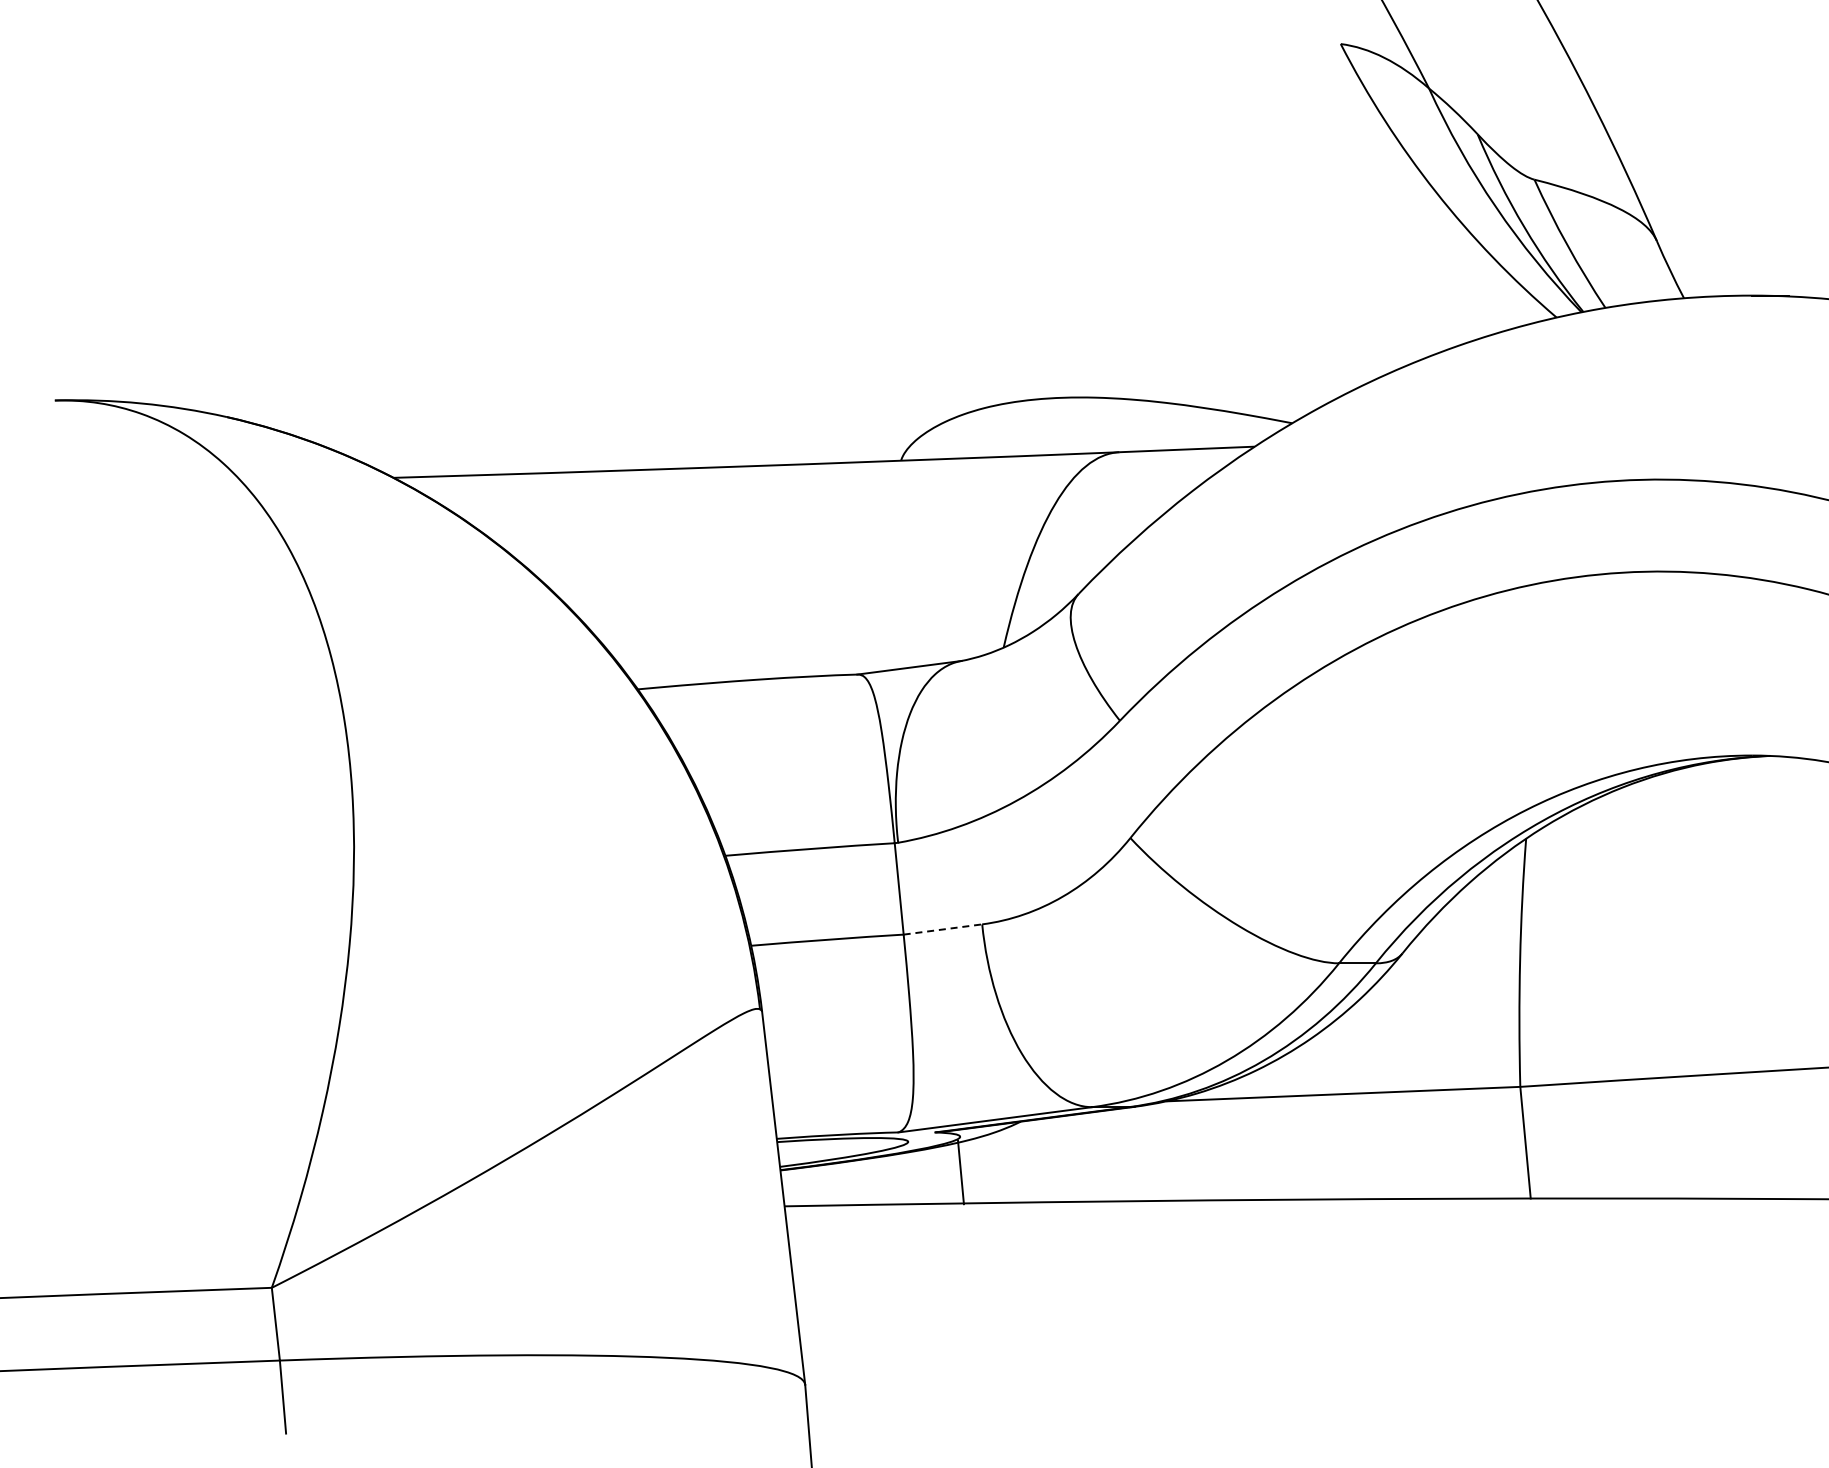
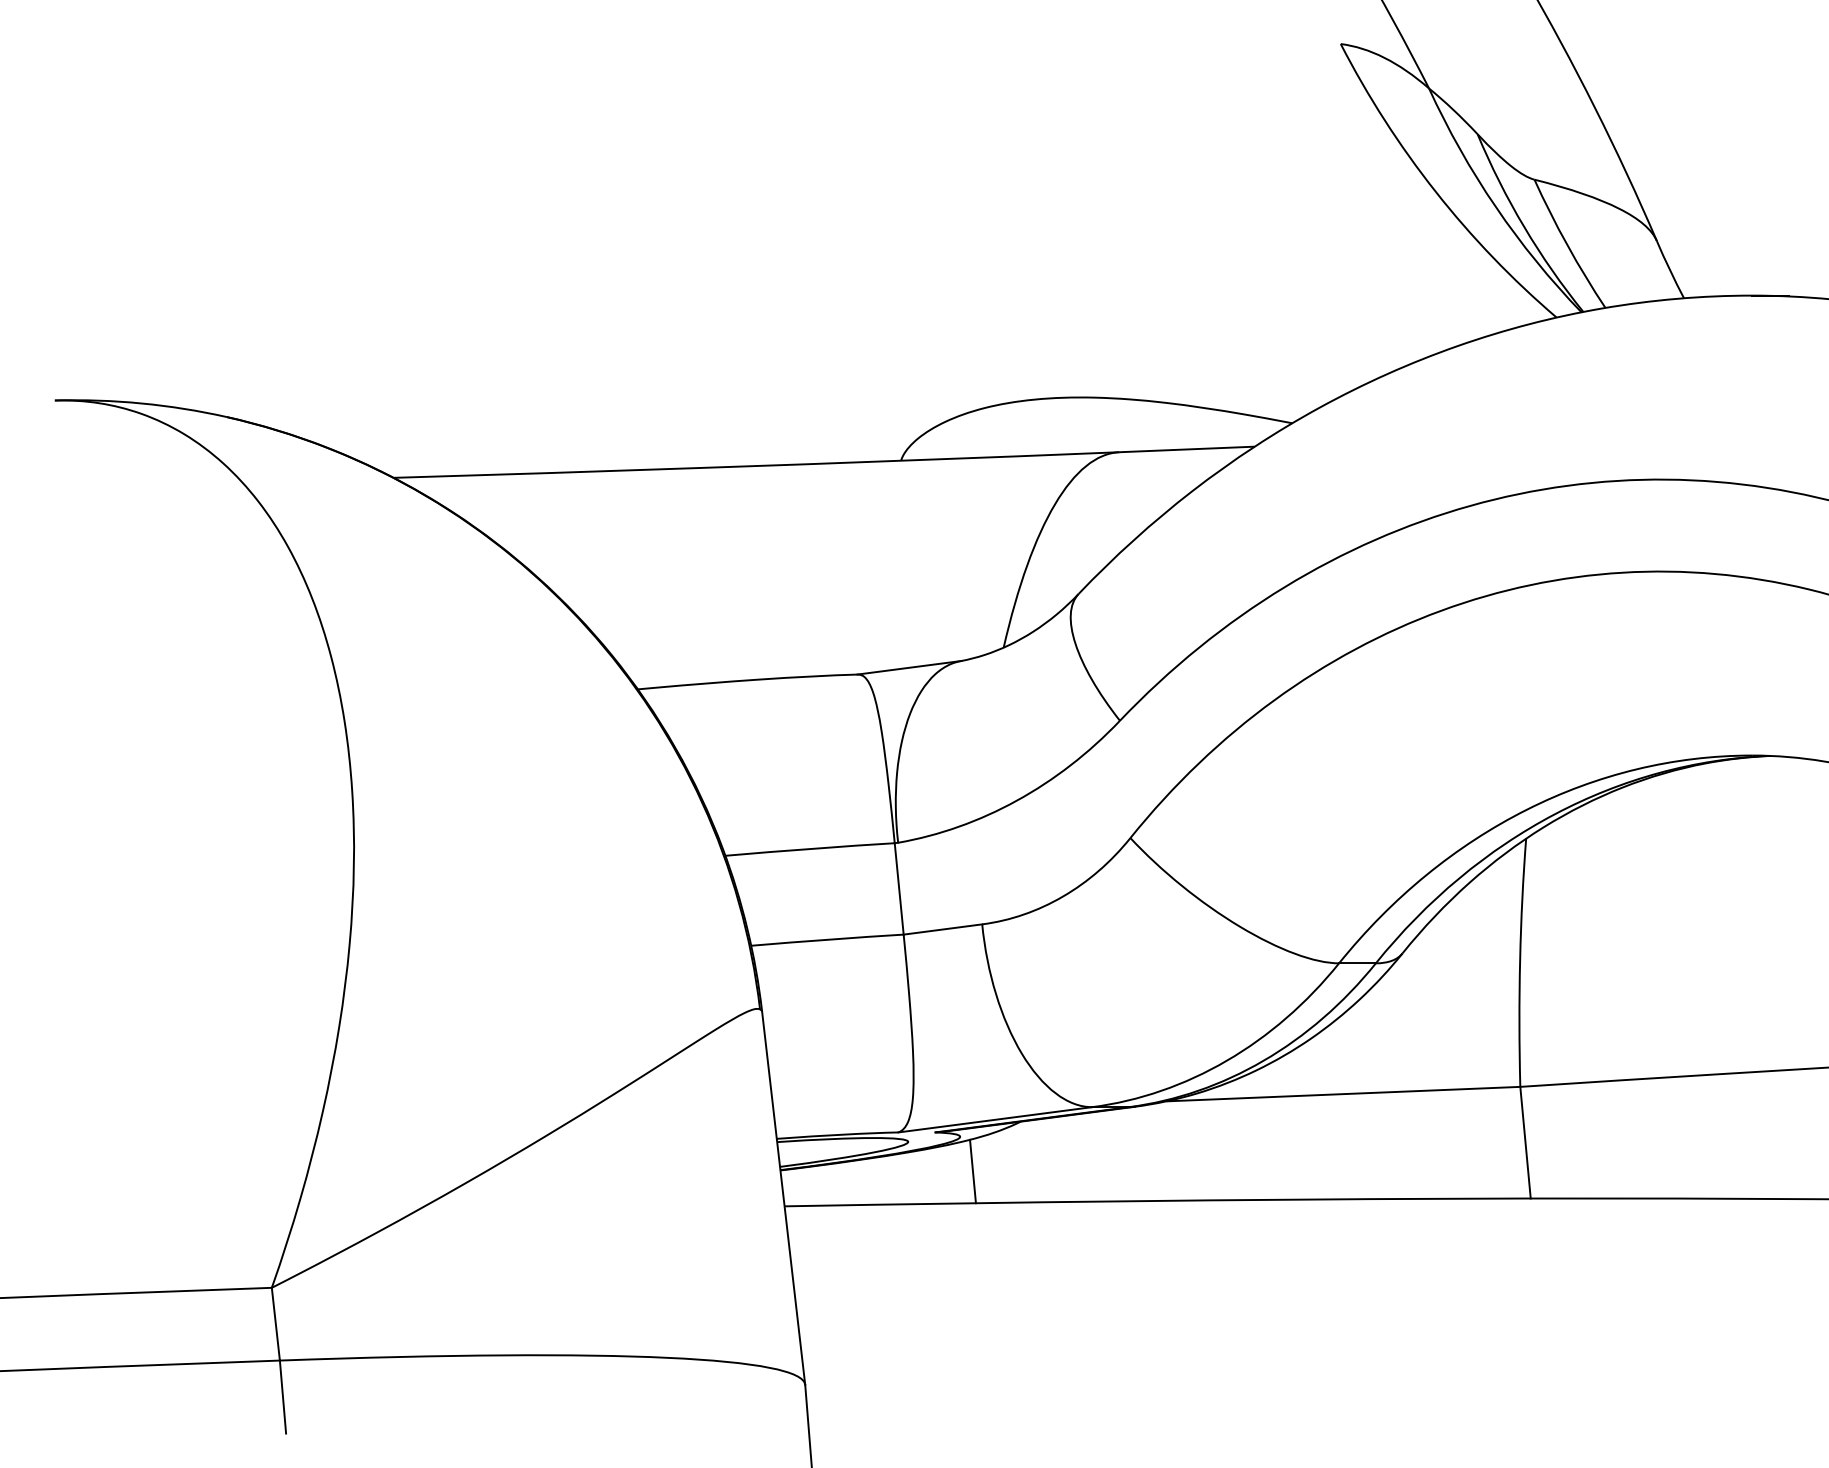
line at (942, 929): dashed -> solid
line at (960, 1172) position: (960, 1172) -> (972, 1171)
